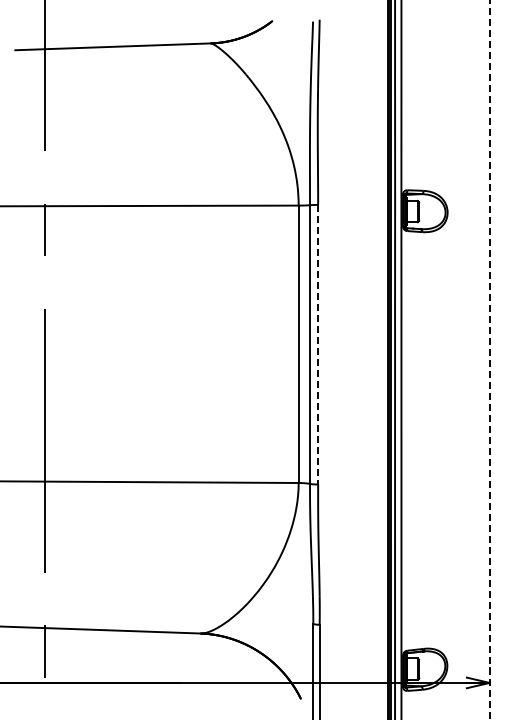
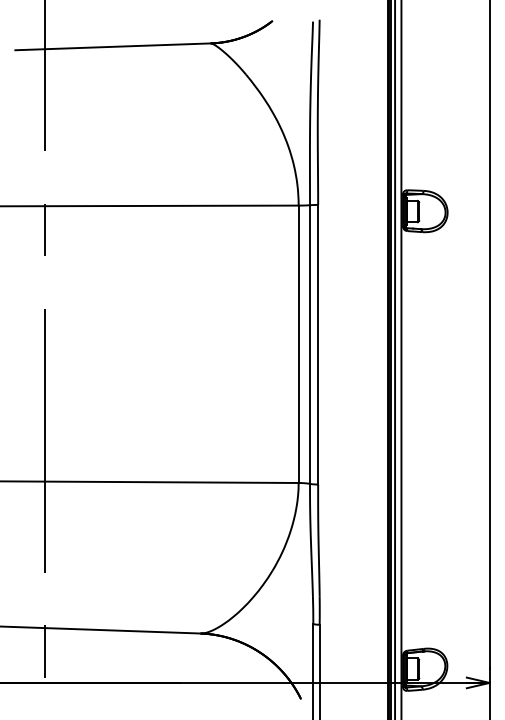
line at (318, 344): dashed -> solid
line at (489, 359): dashed -> solid
